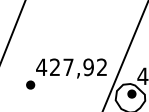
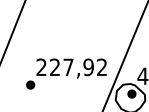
text at (41, 66): 427,92 -> 227,92
